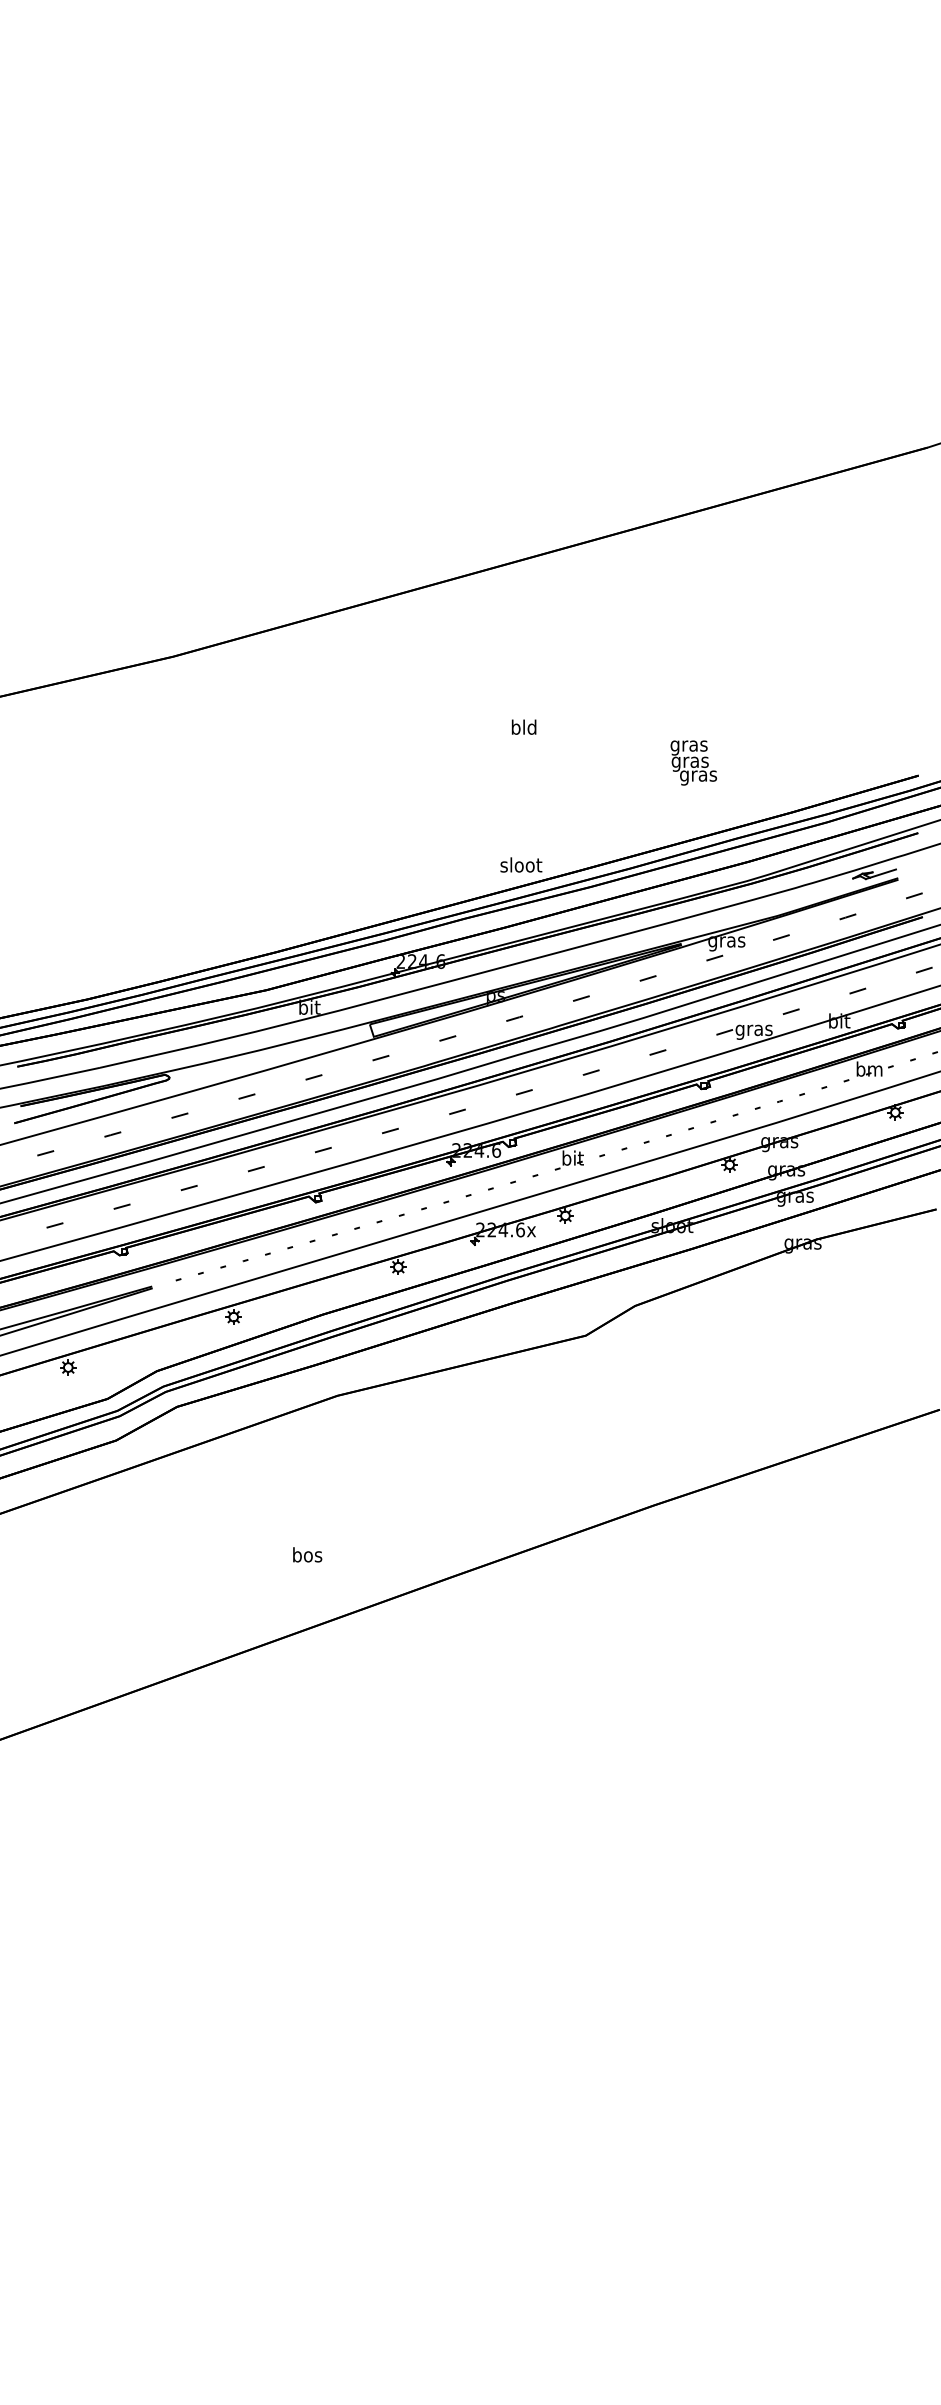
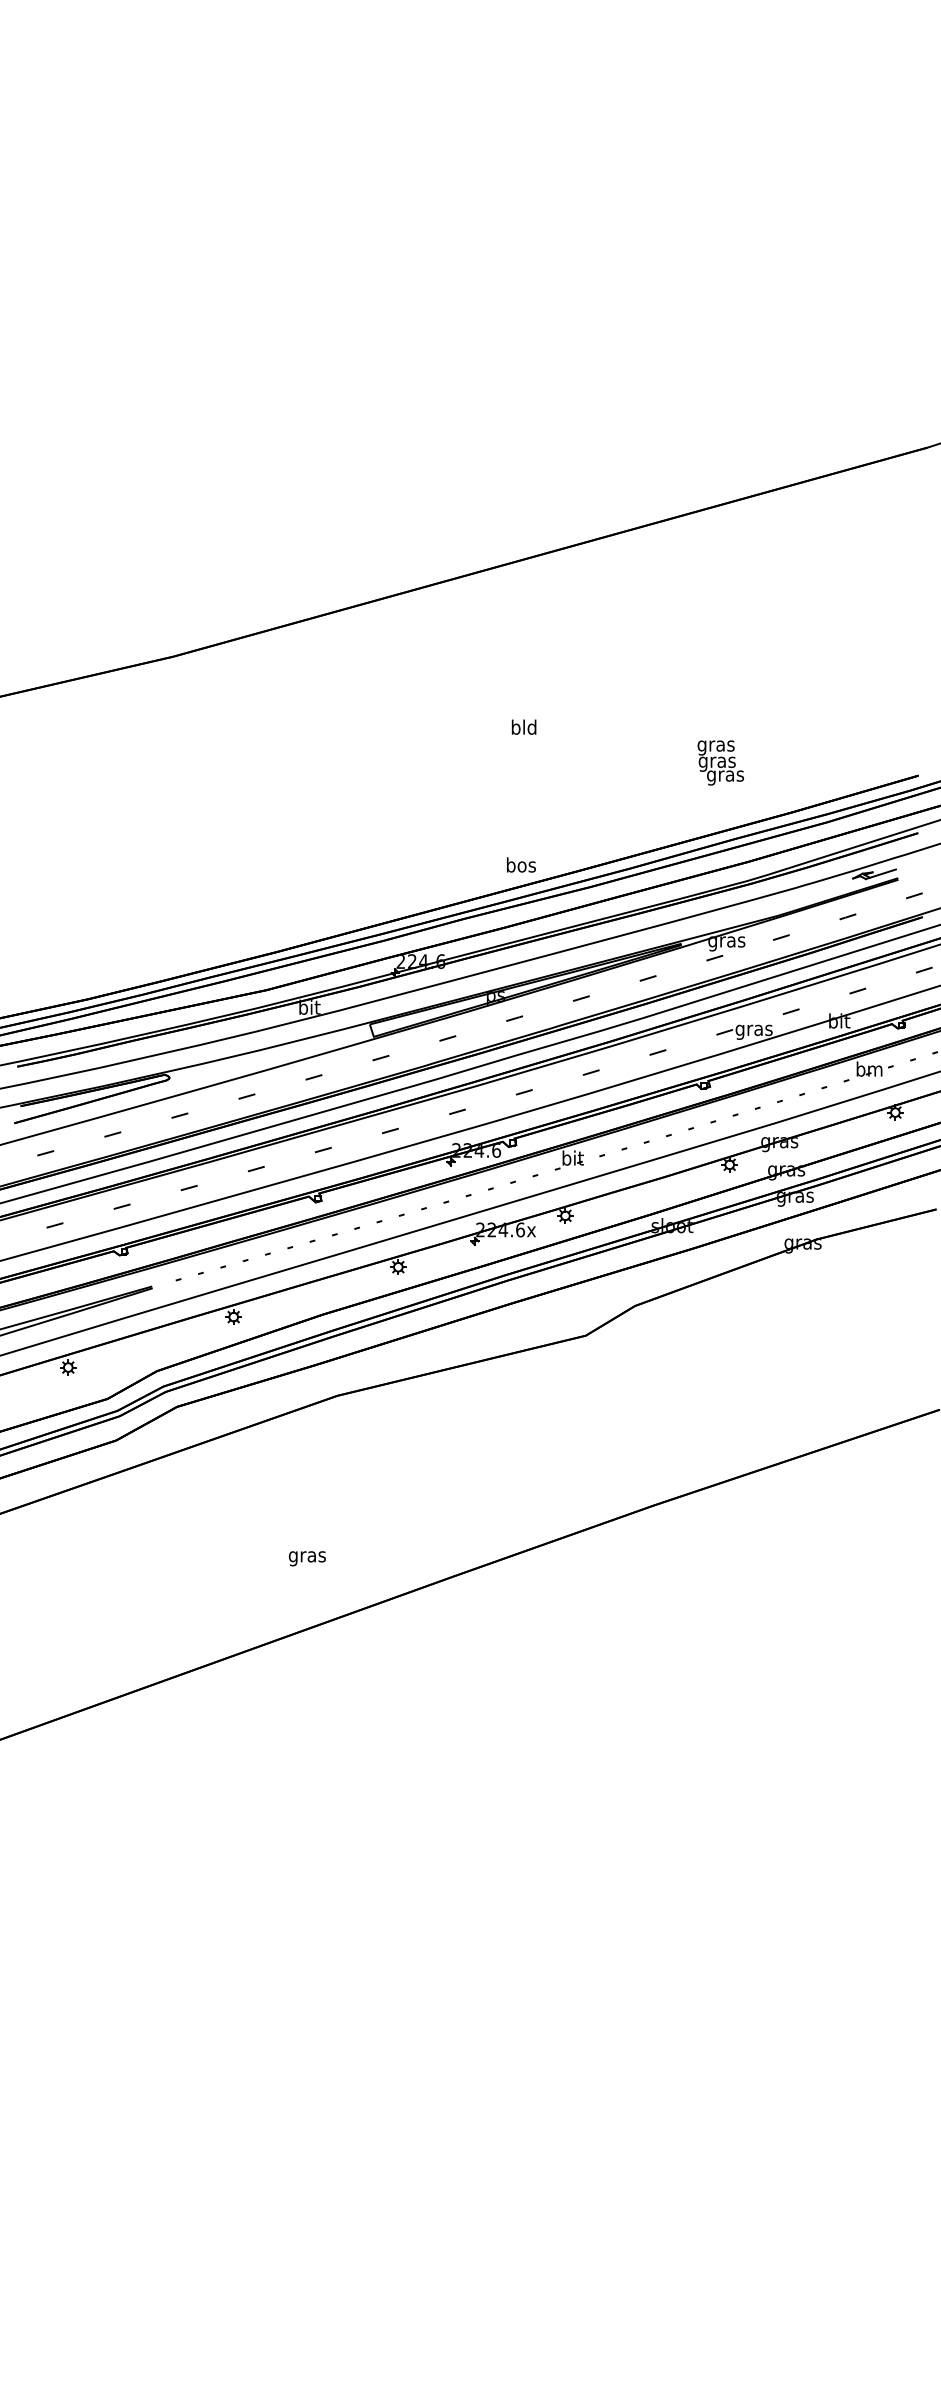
text at (693, 762) position: (693, 762) -> (720, 762)
text at (521, 864): sloot -> bos
text at (306, 1556): bos -> gras
